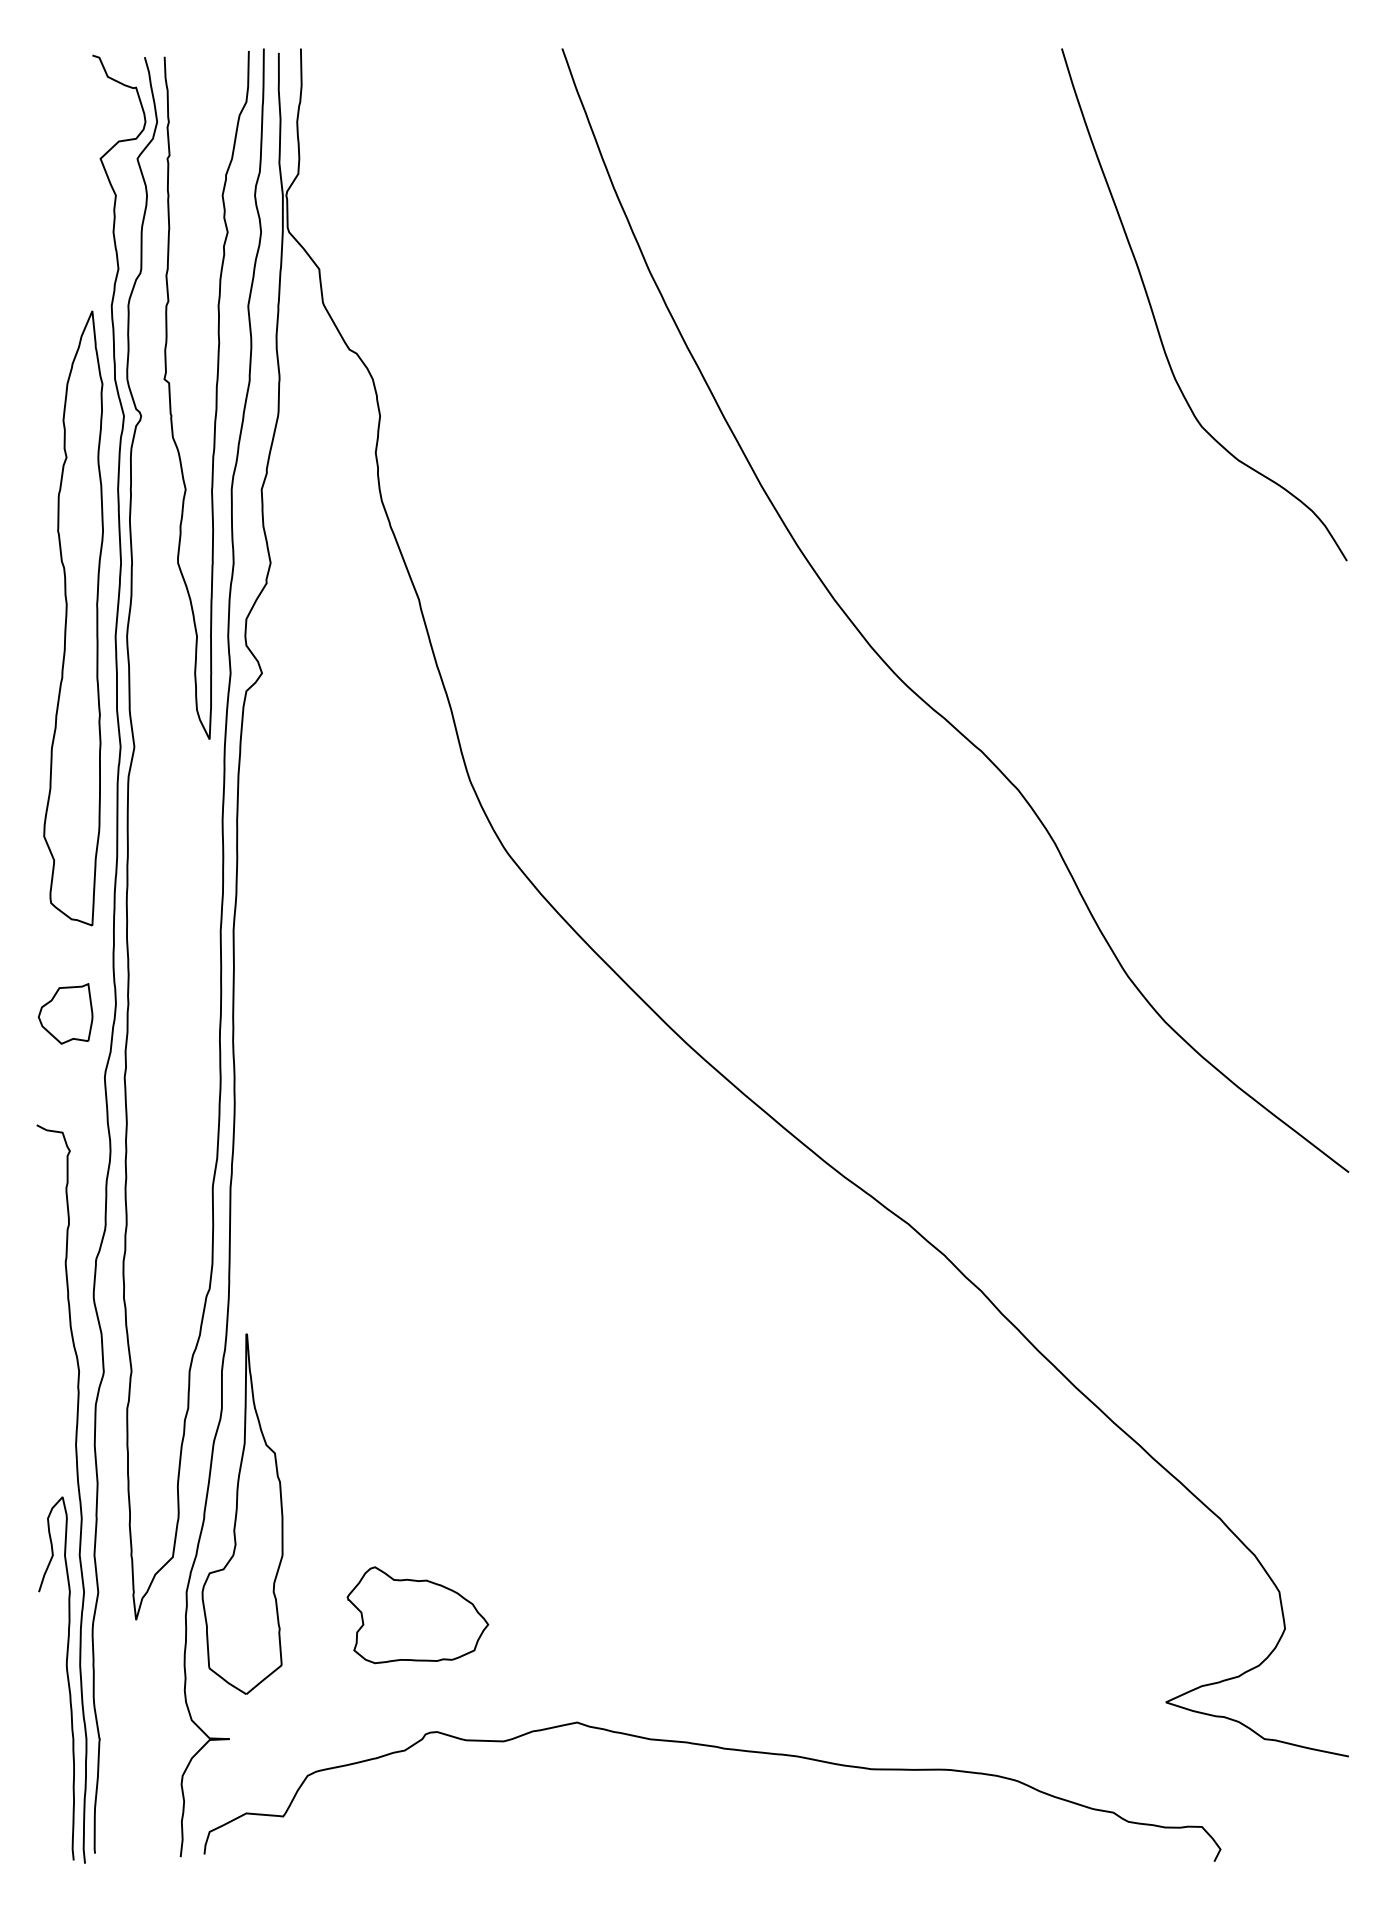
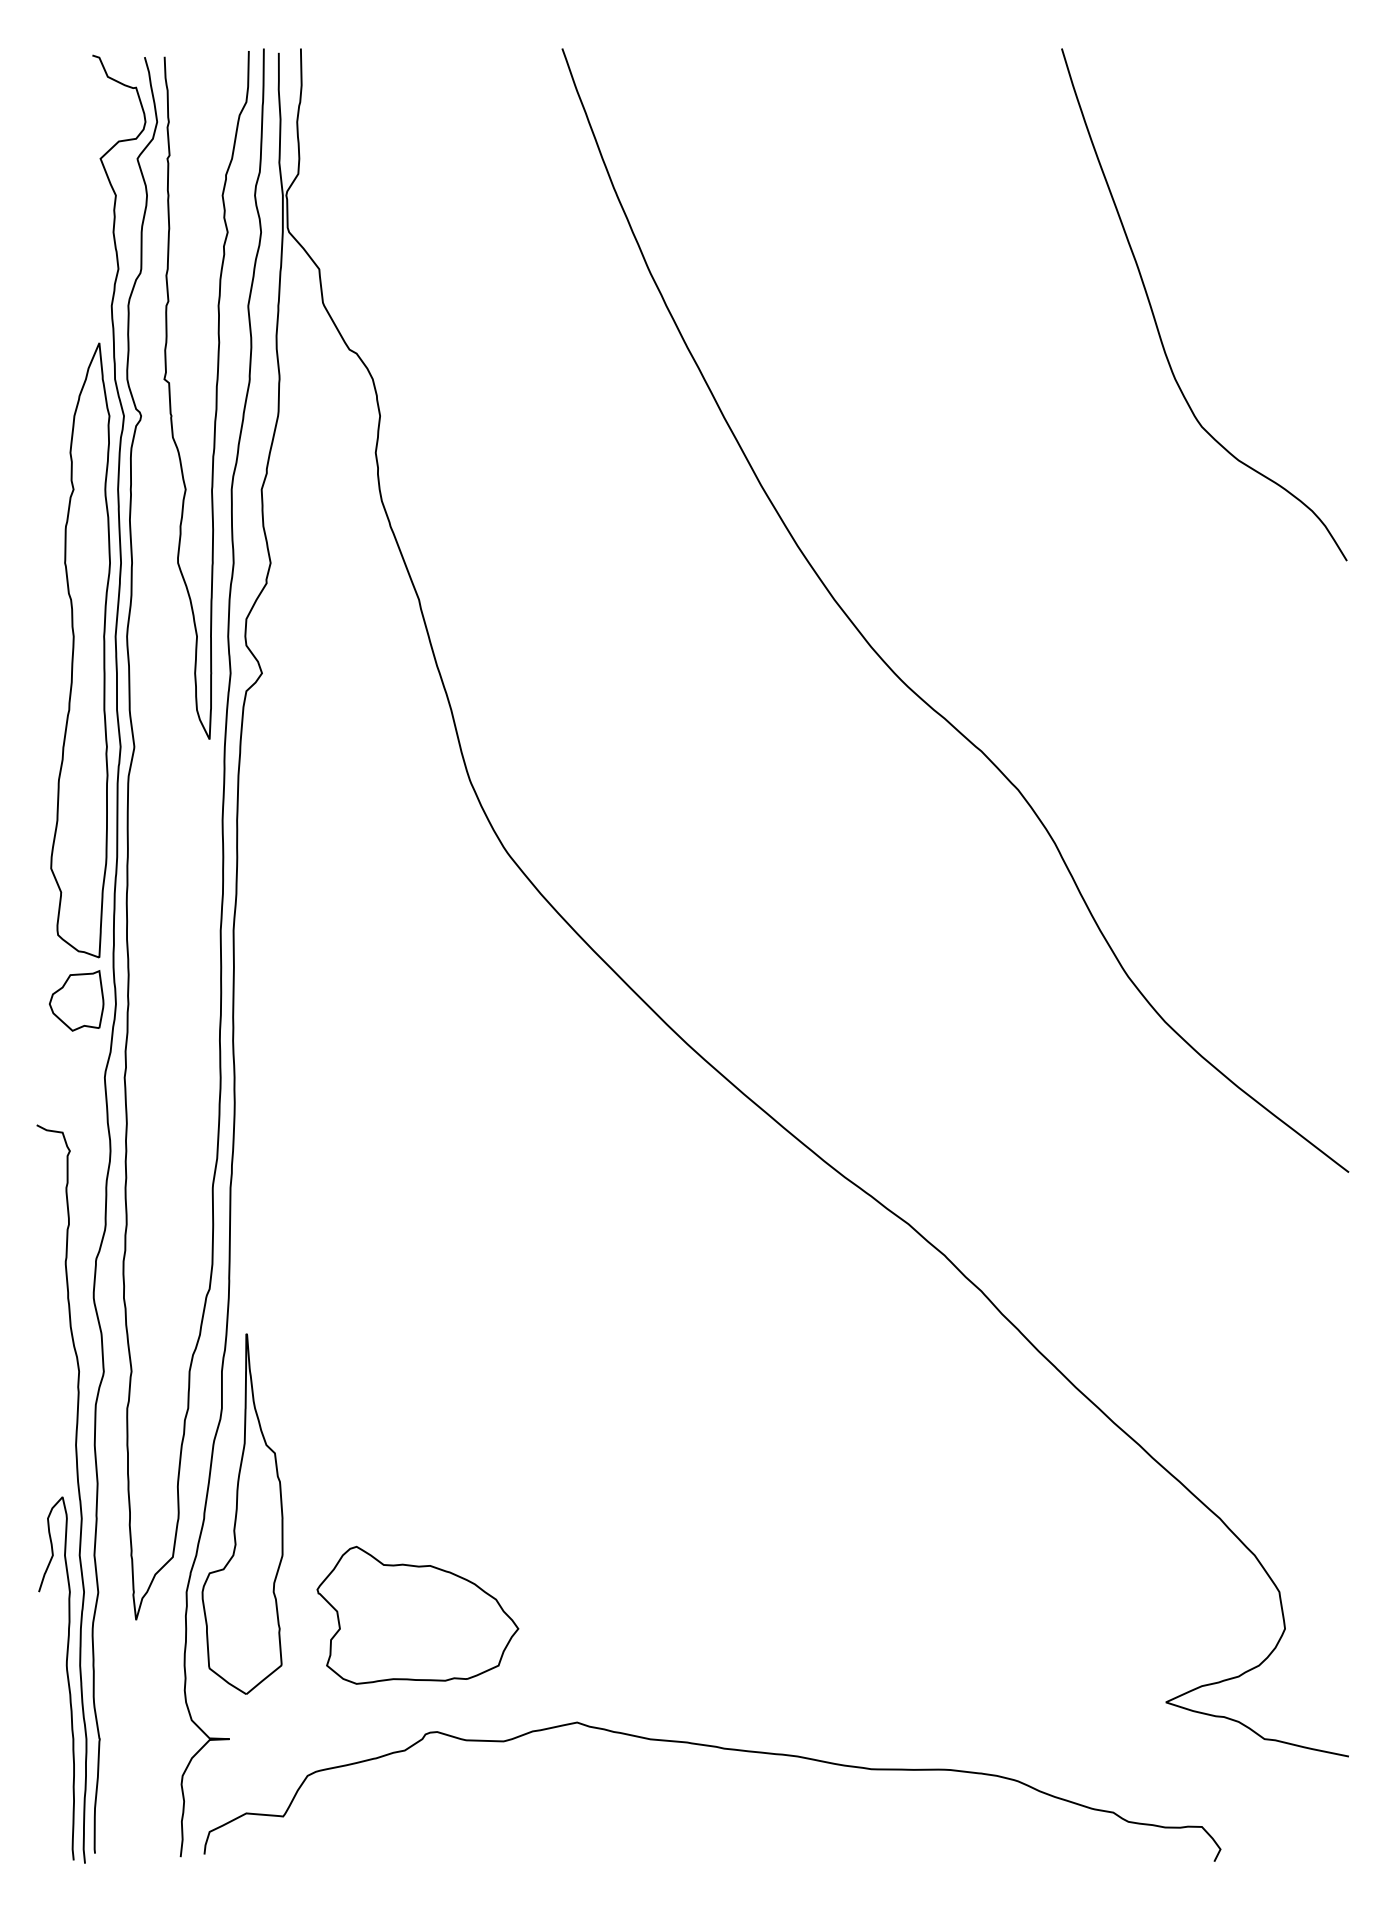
part at (73, 618) position: (73, 618) -> (80, 650)
part at (65, 1013) position: (65, 1013) -> (76, 1000)
part at (417, 1615) size: 144x99 px -> 204x140 px
